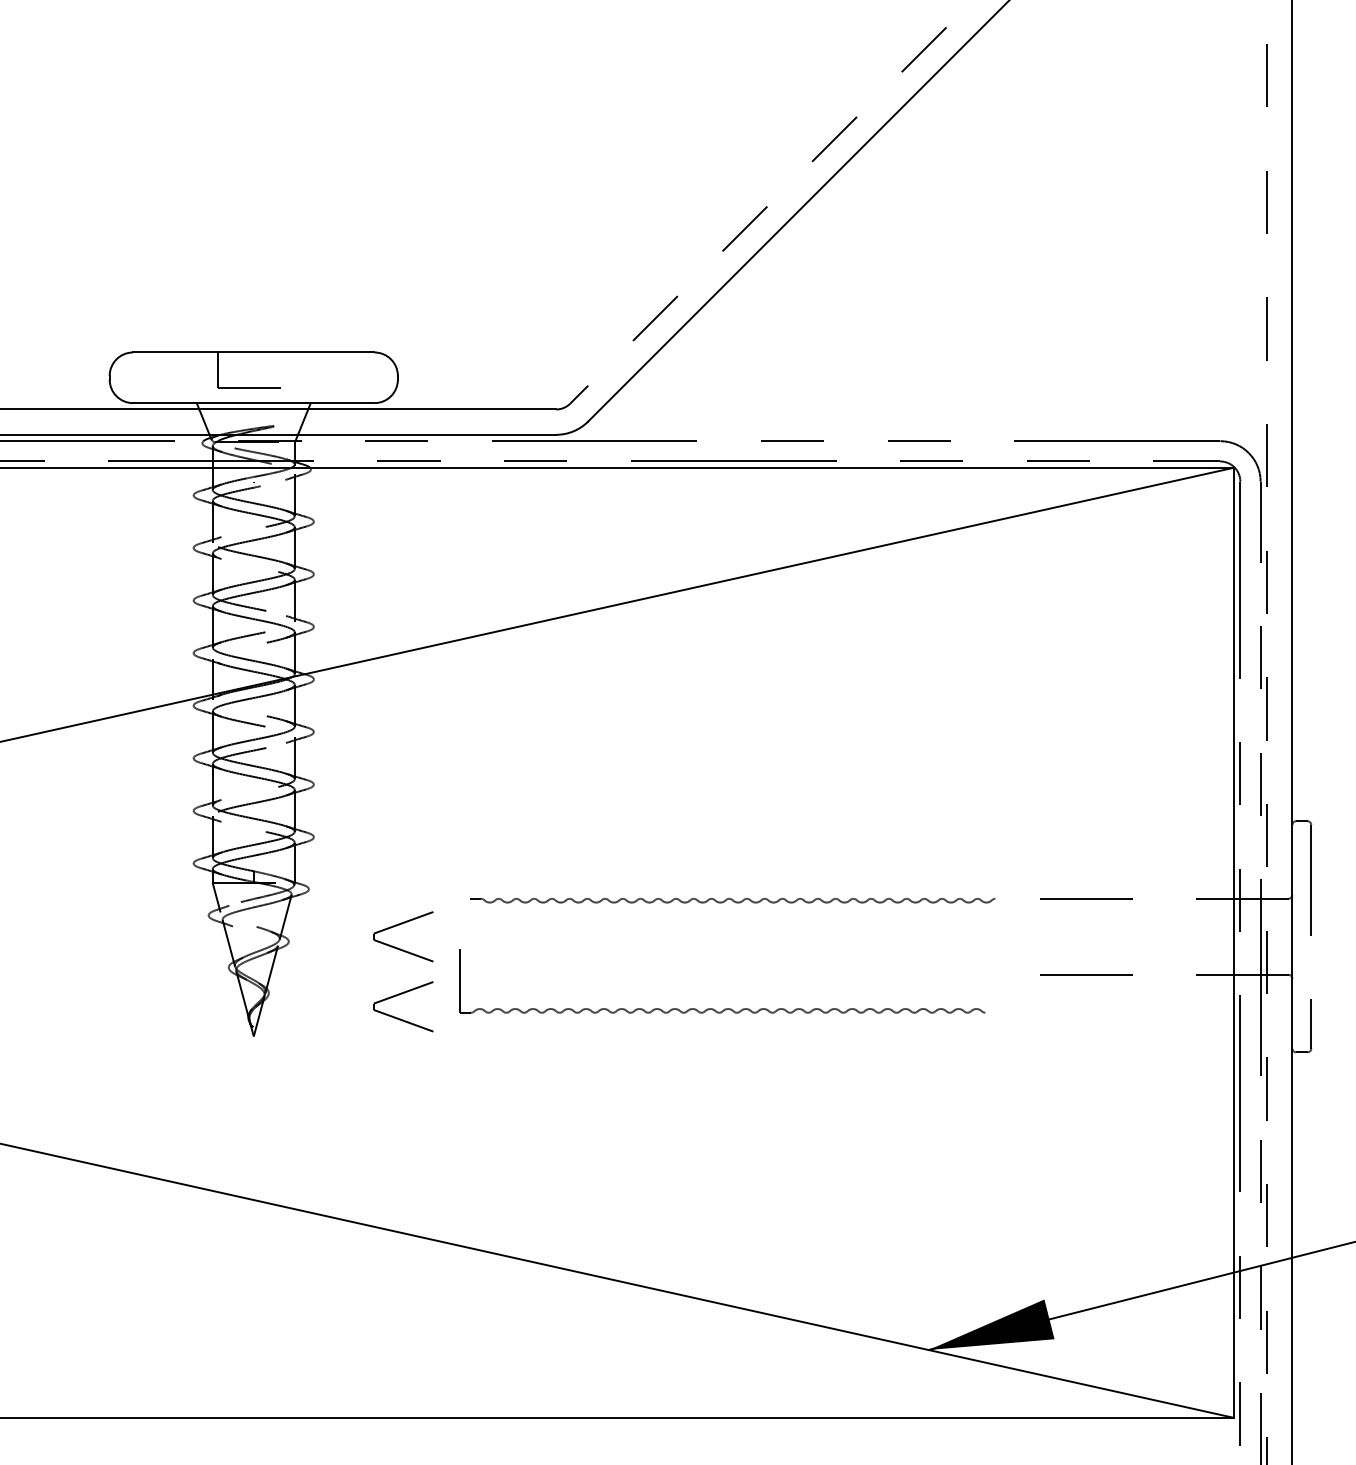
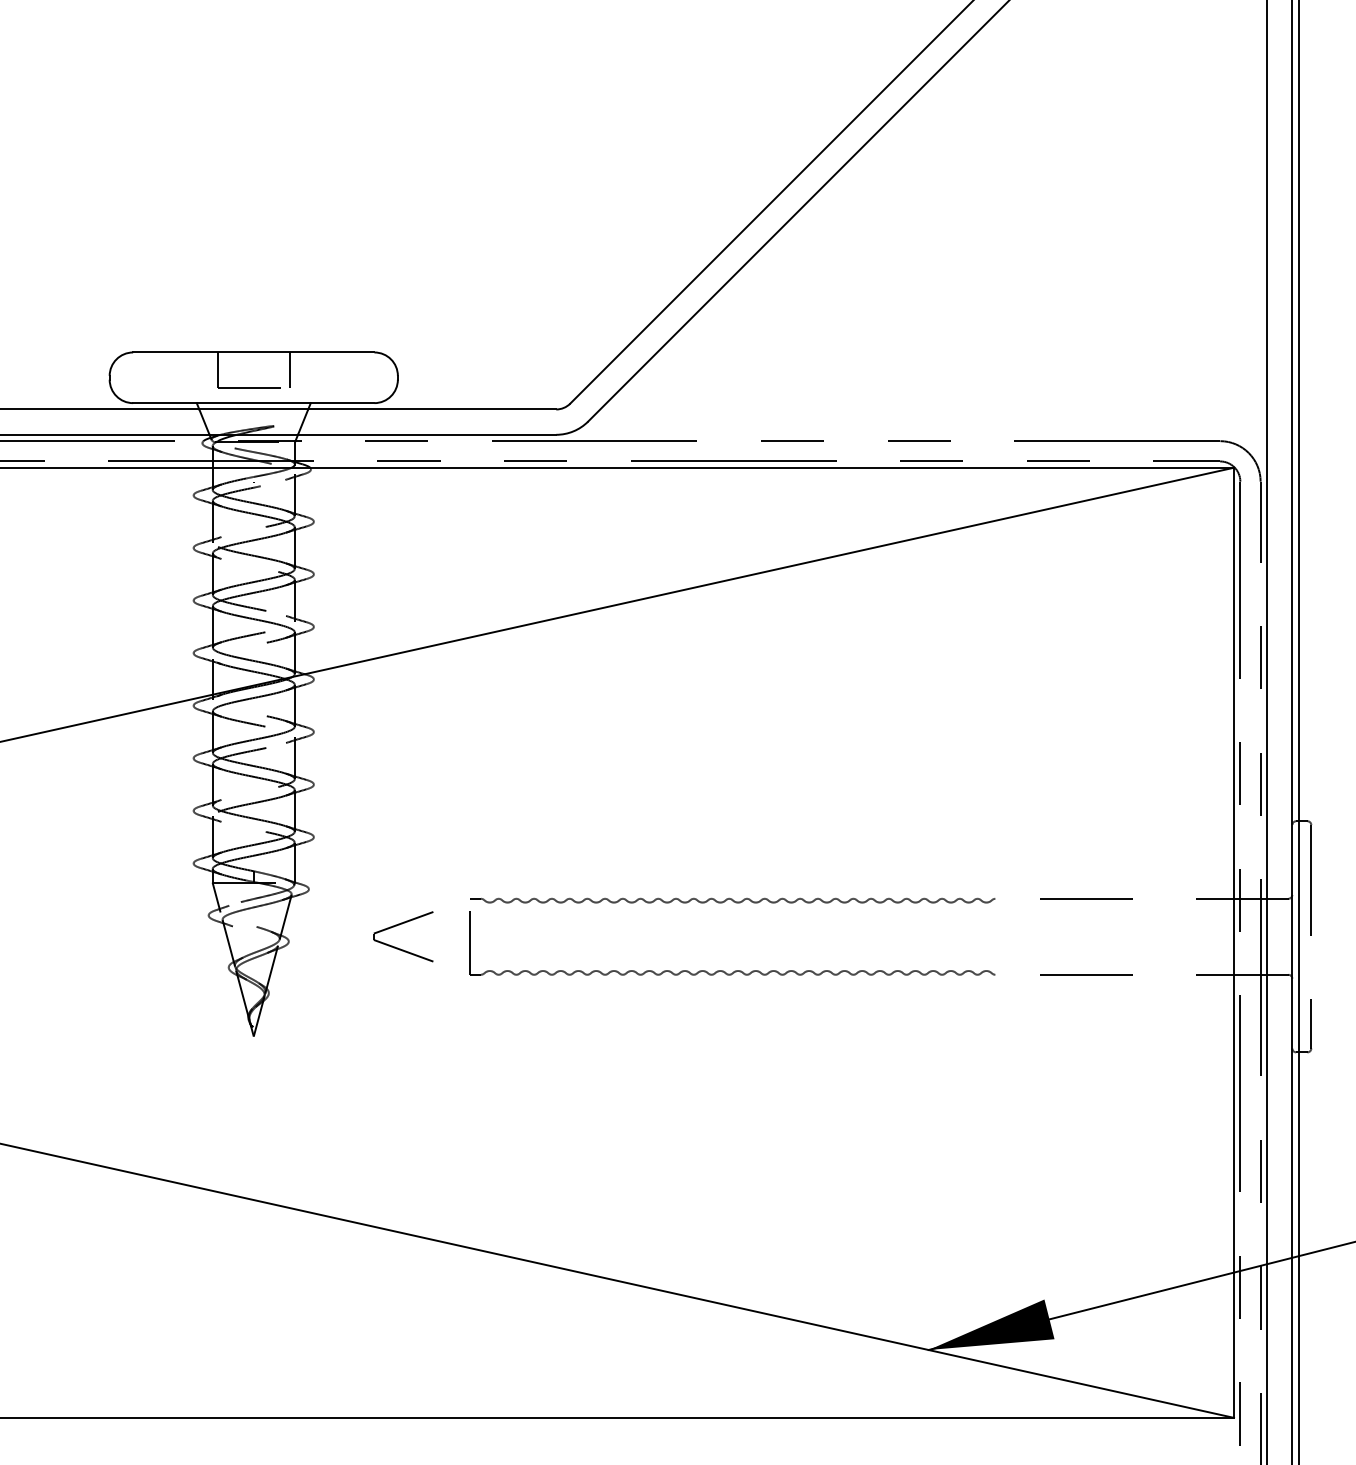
line at (771, 202): dashed -> solid
line at (289, 369): none -> present
line at (1298, 731): none -> present
line at (1266, 732): dashed -> solid
part at (399, 995): present -> none
part at (725, 1008) position: (725, 1008) -> (735, 970)
